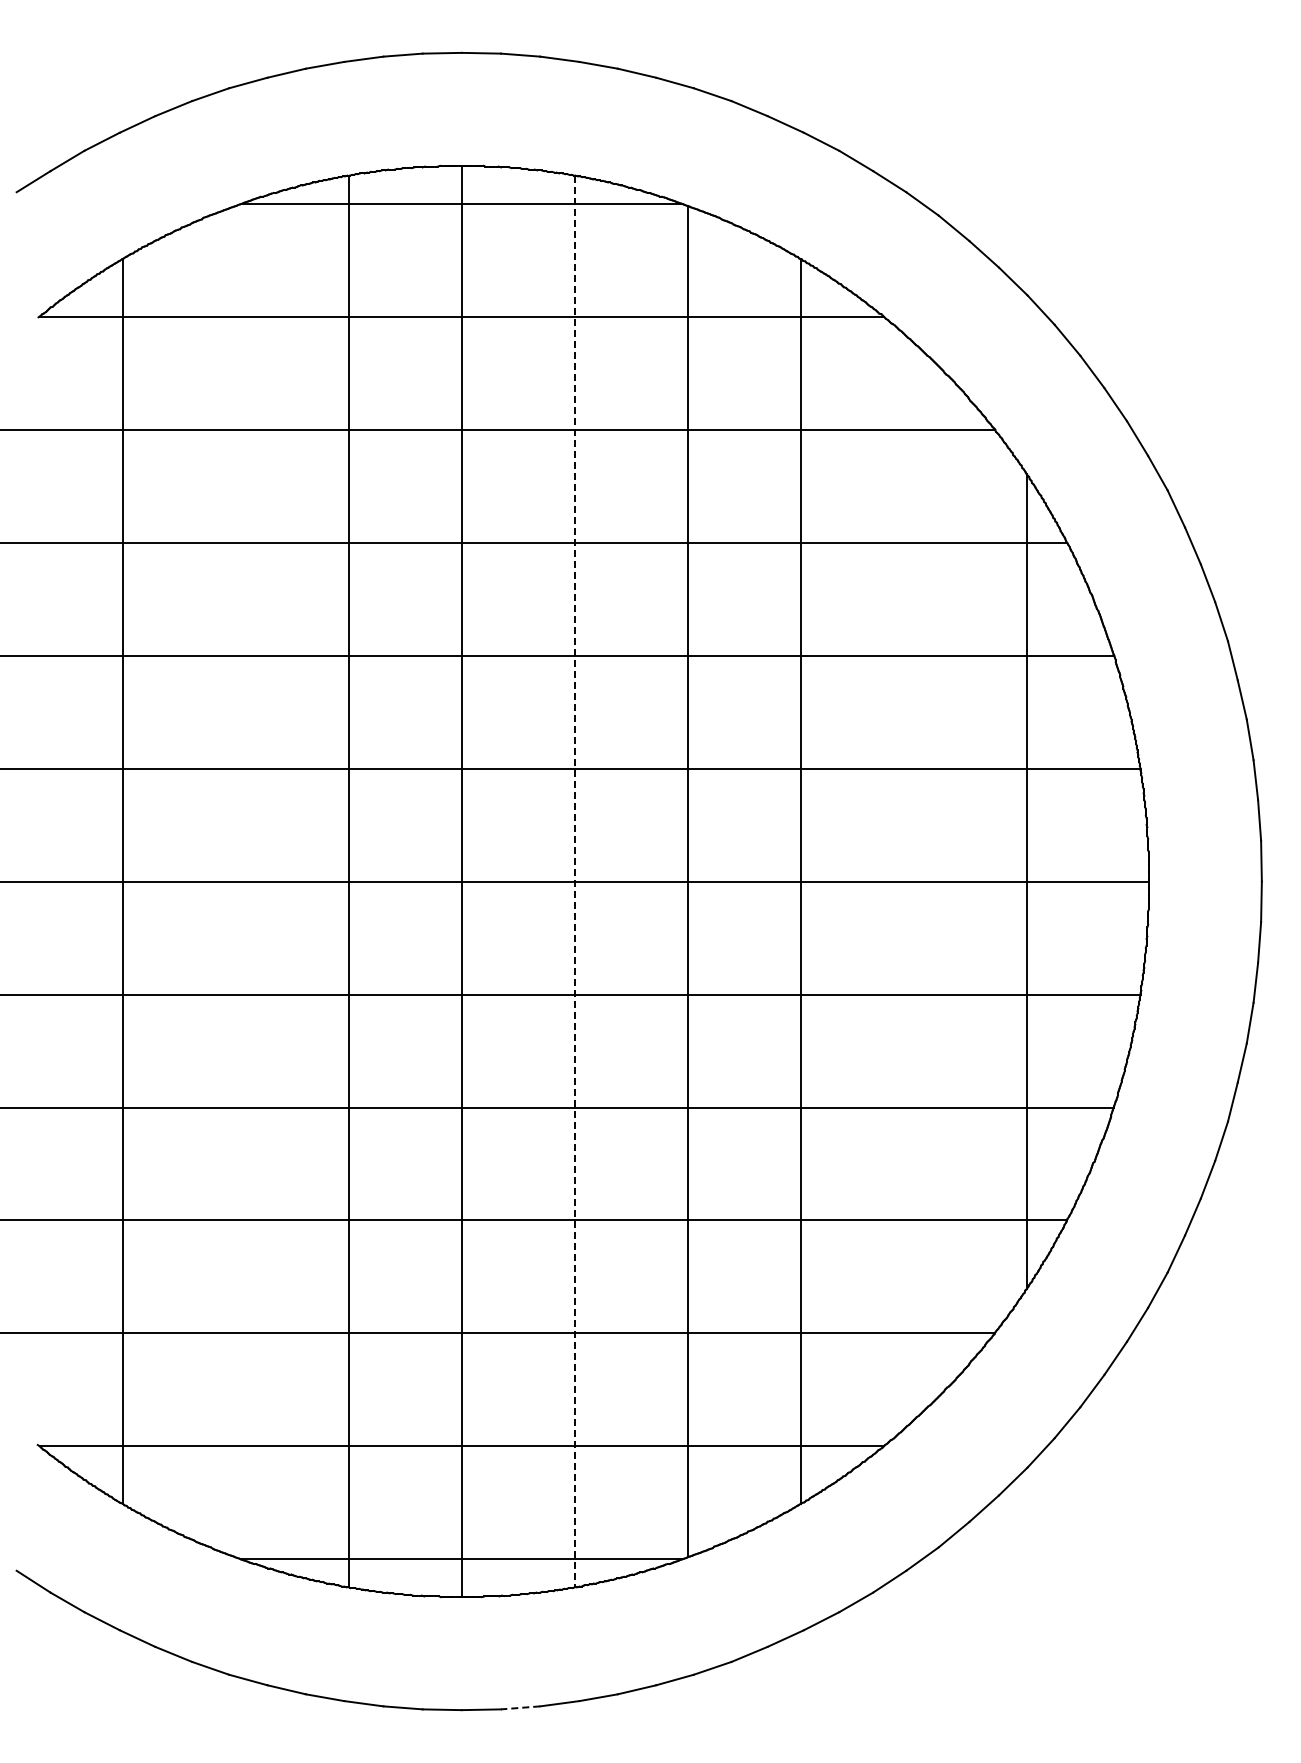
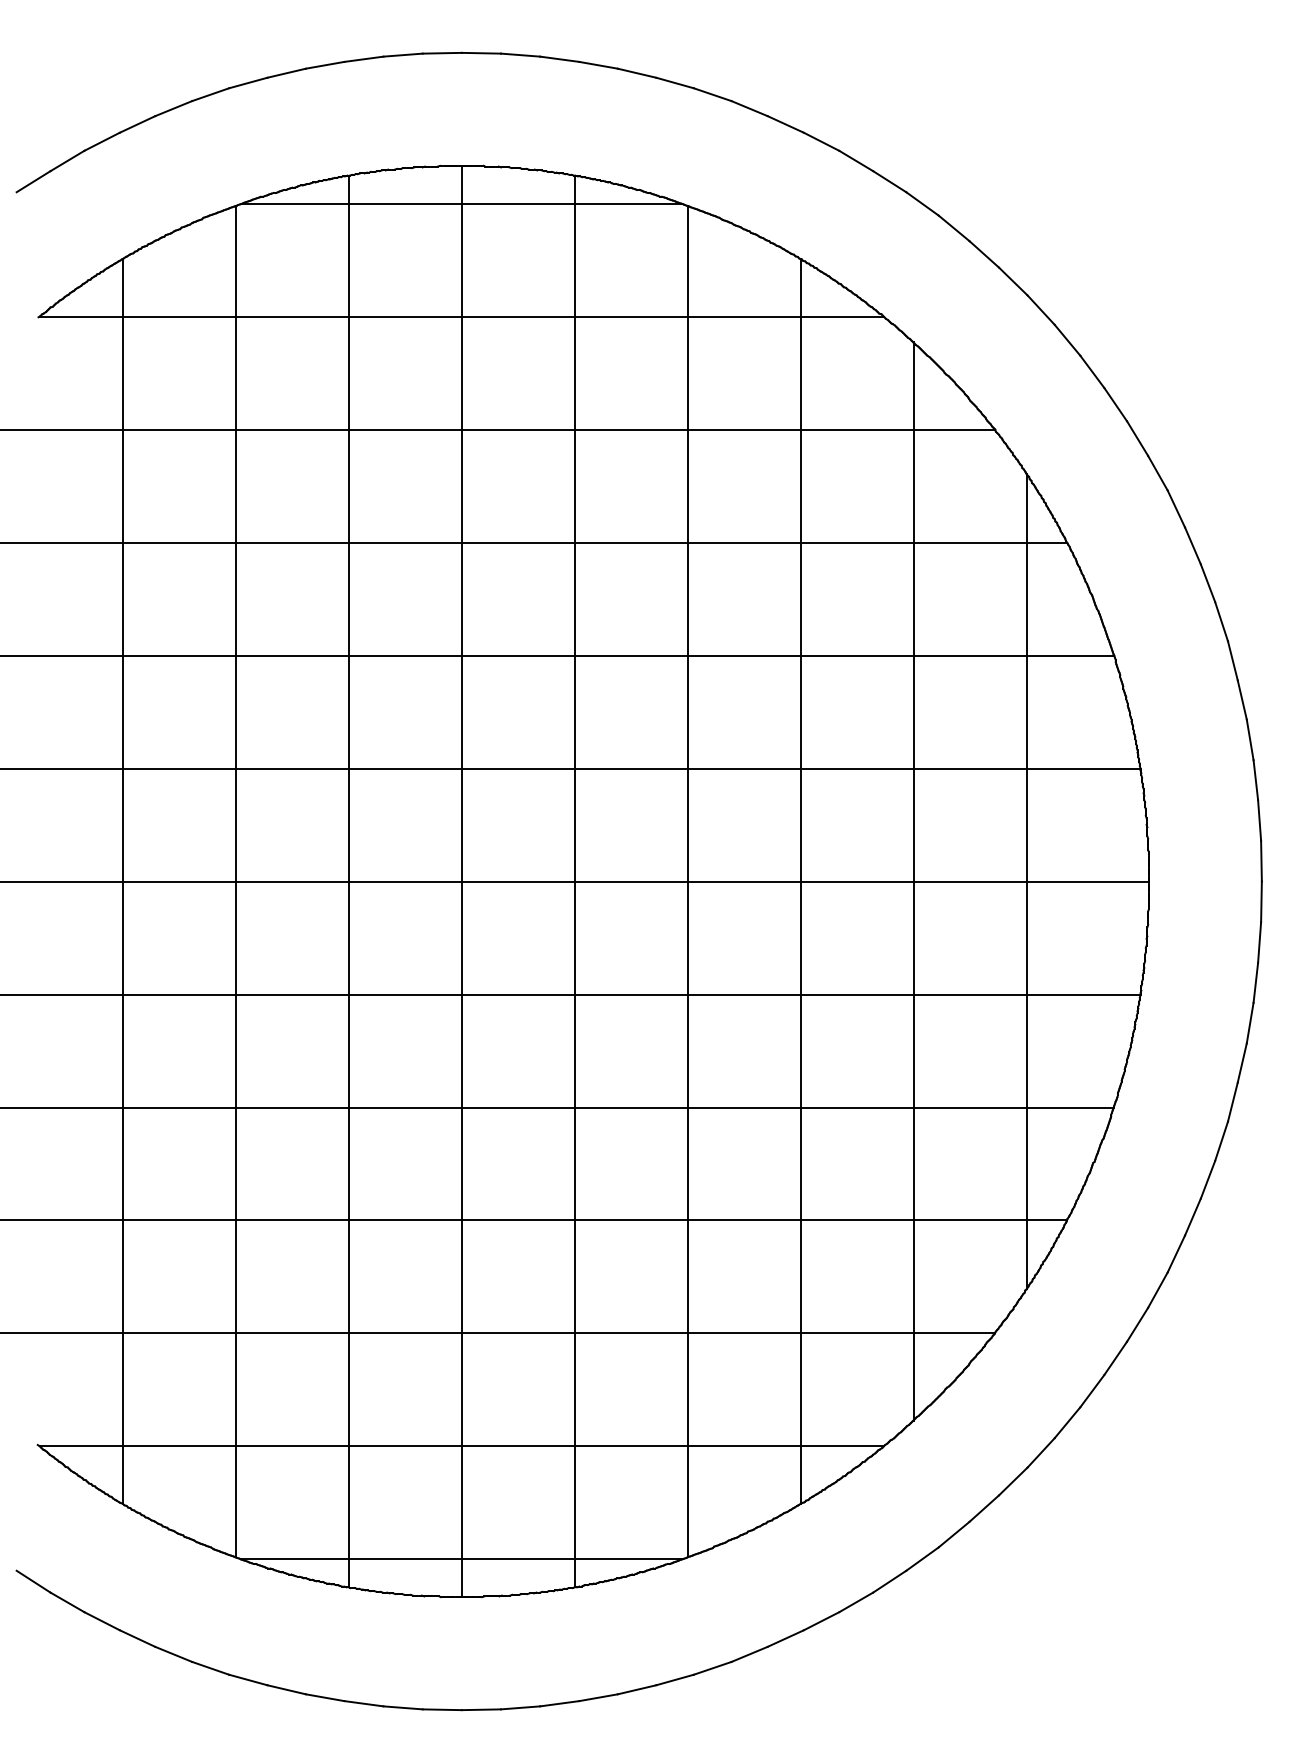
line at (235, 881): none -> present
line at (574, 881): dashed -> solid
line at (913, 881): none -> present
line at (520, 1707): dashed -> solid
